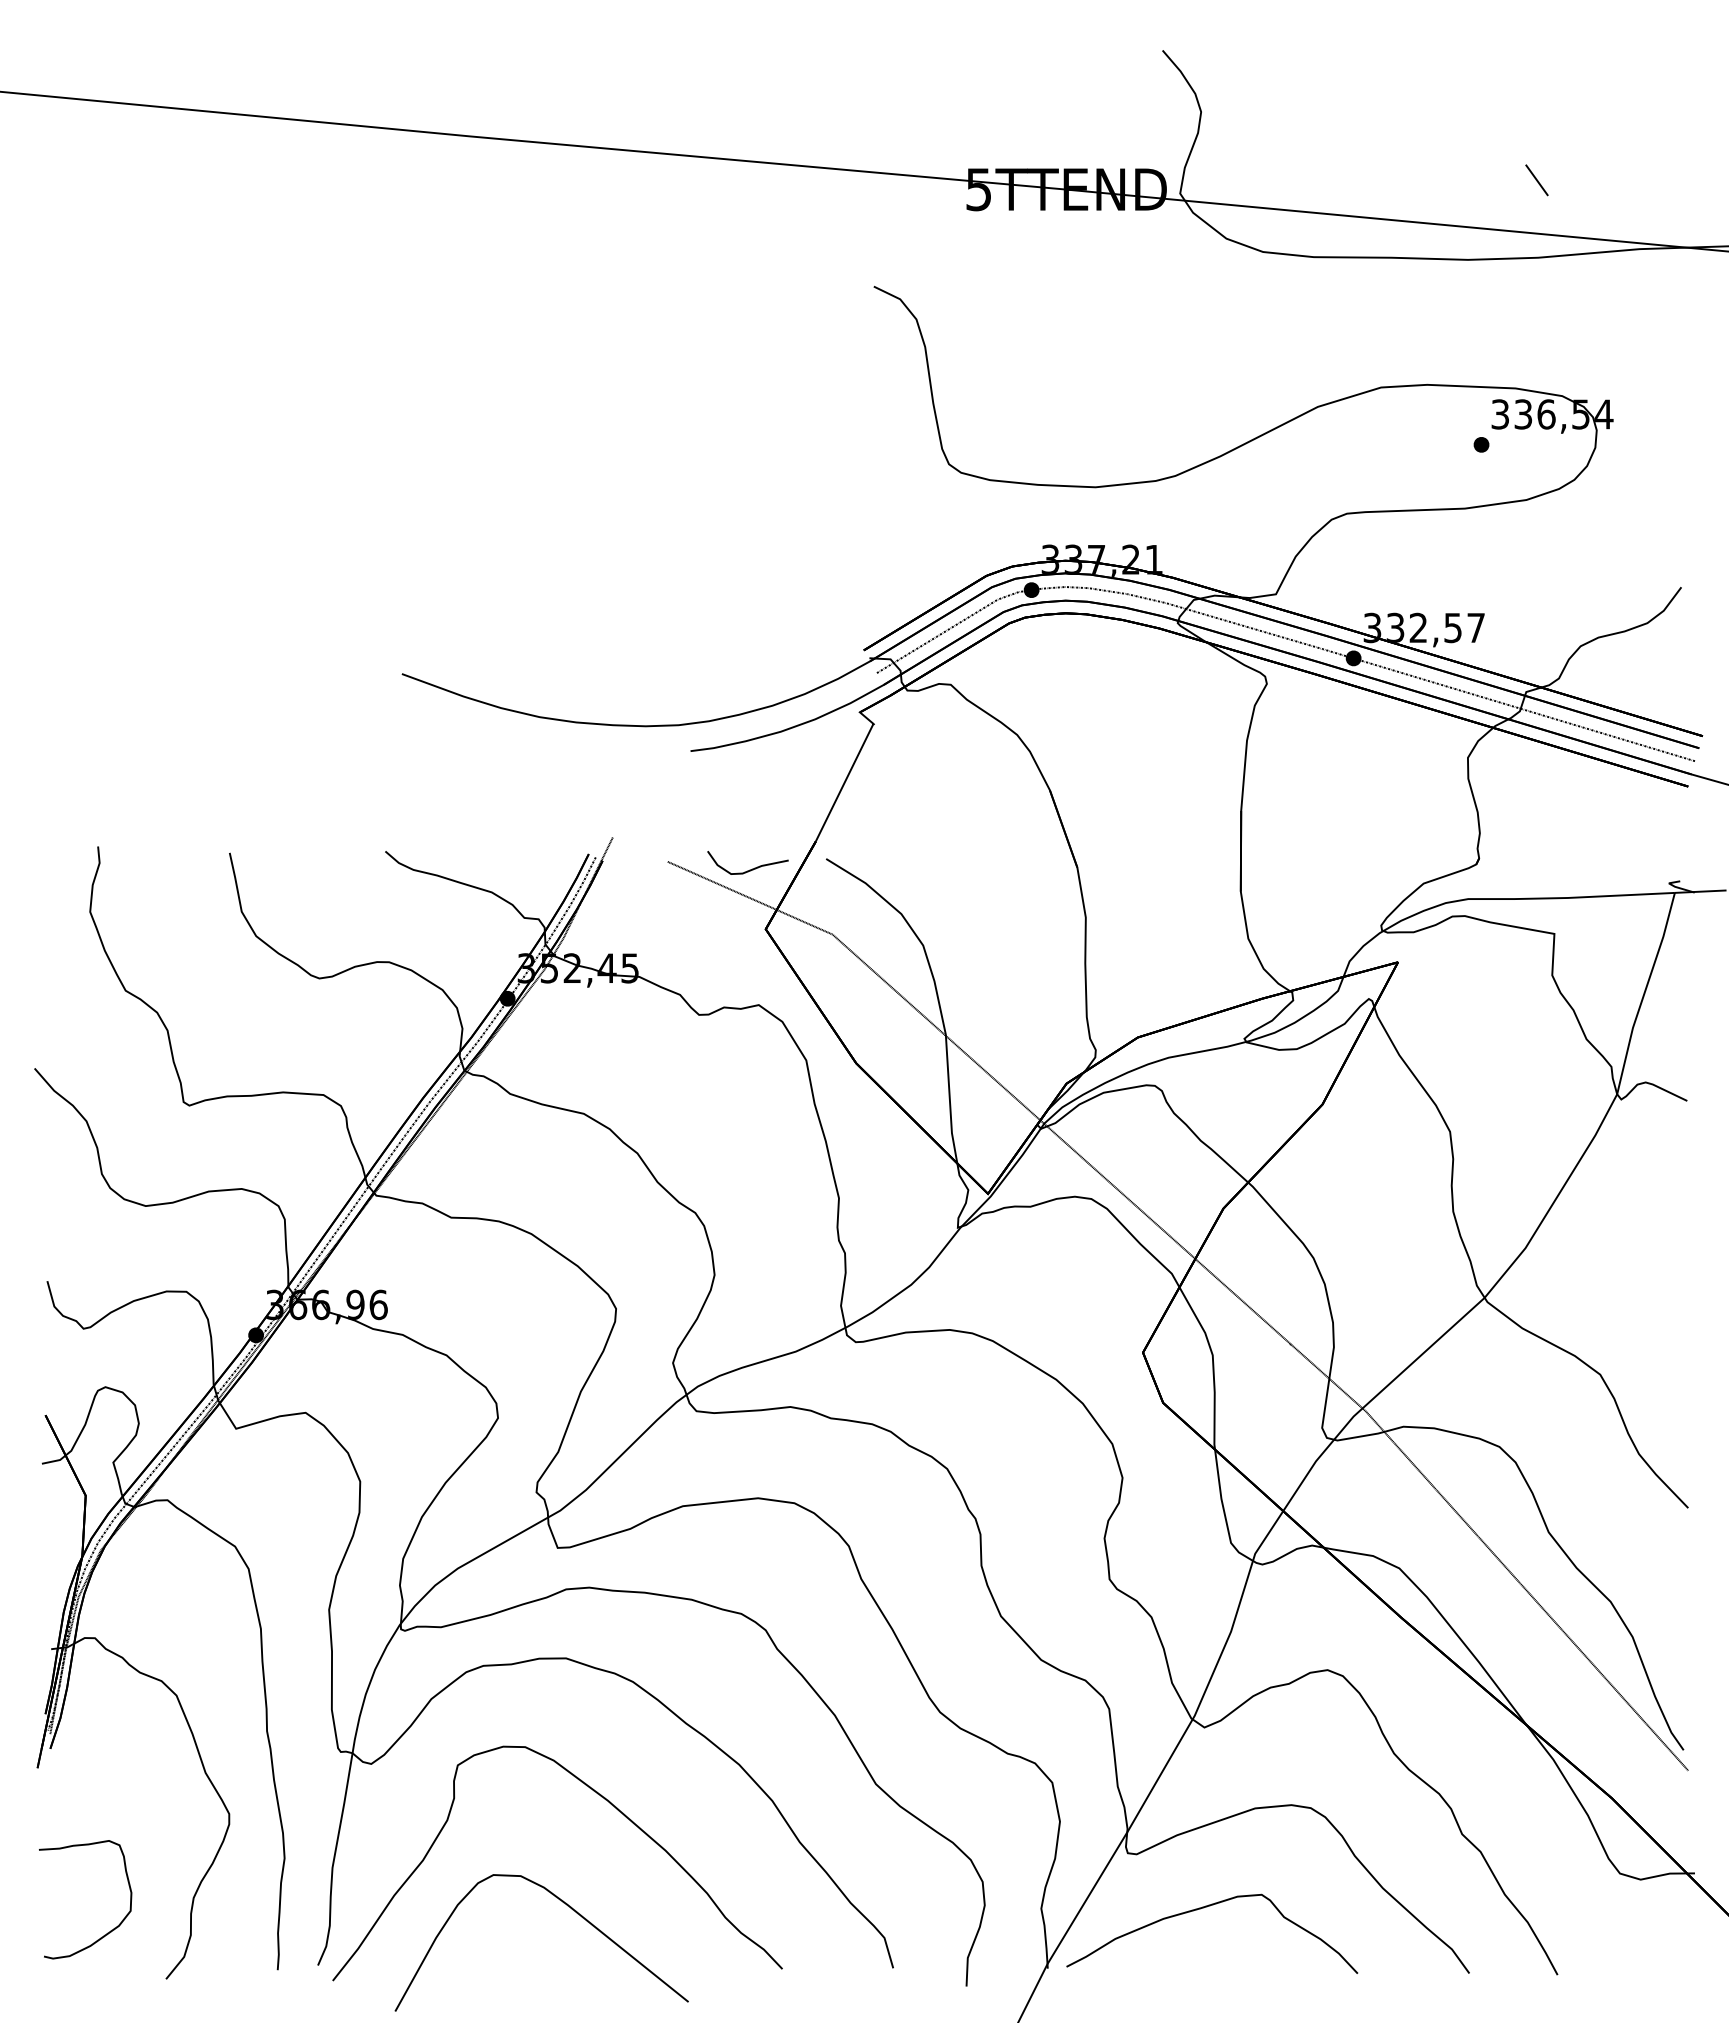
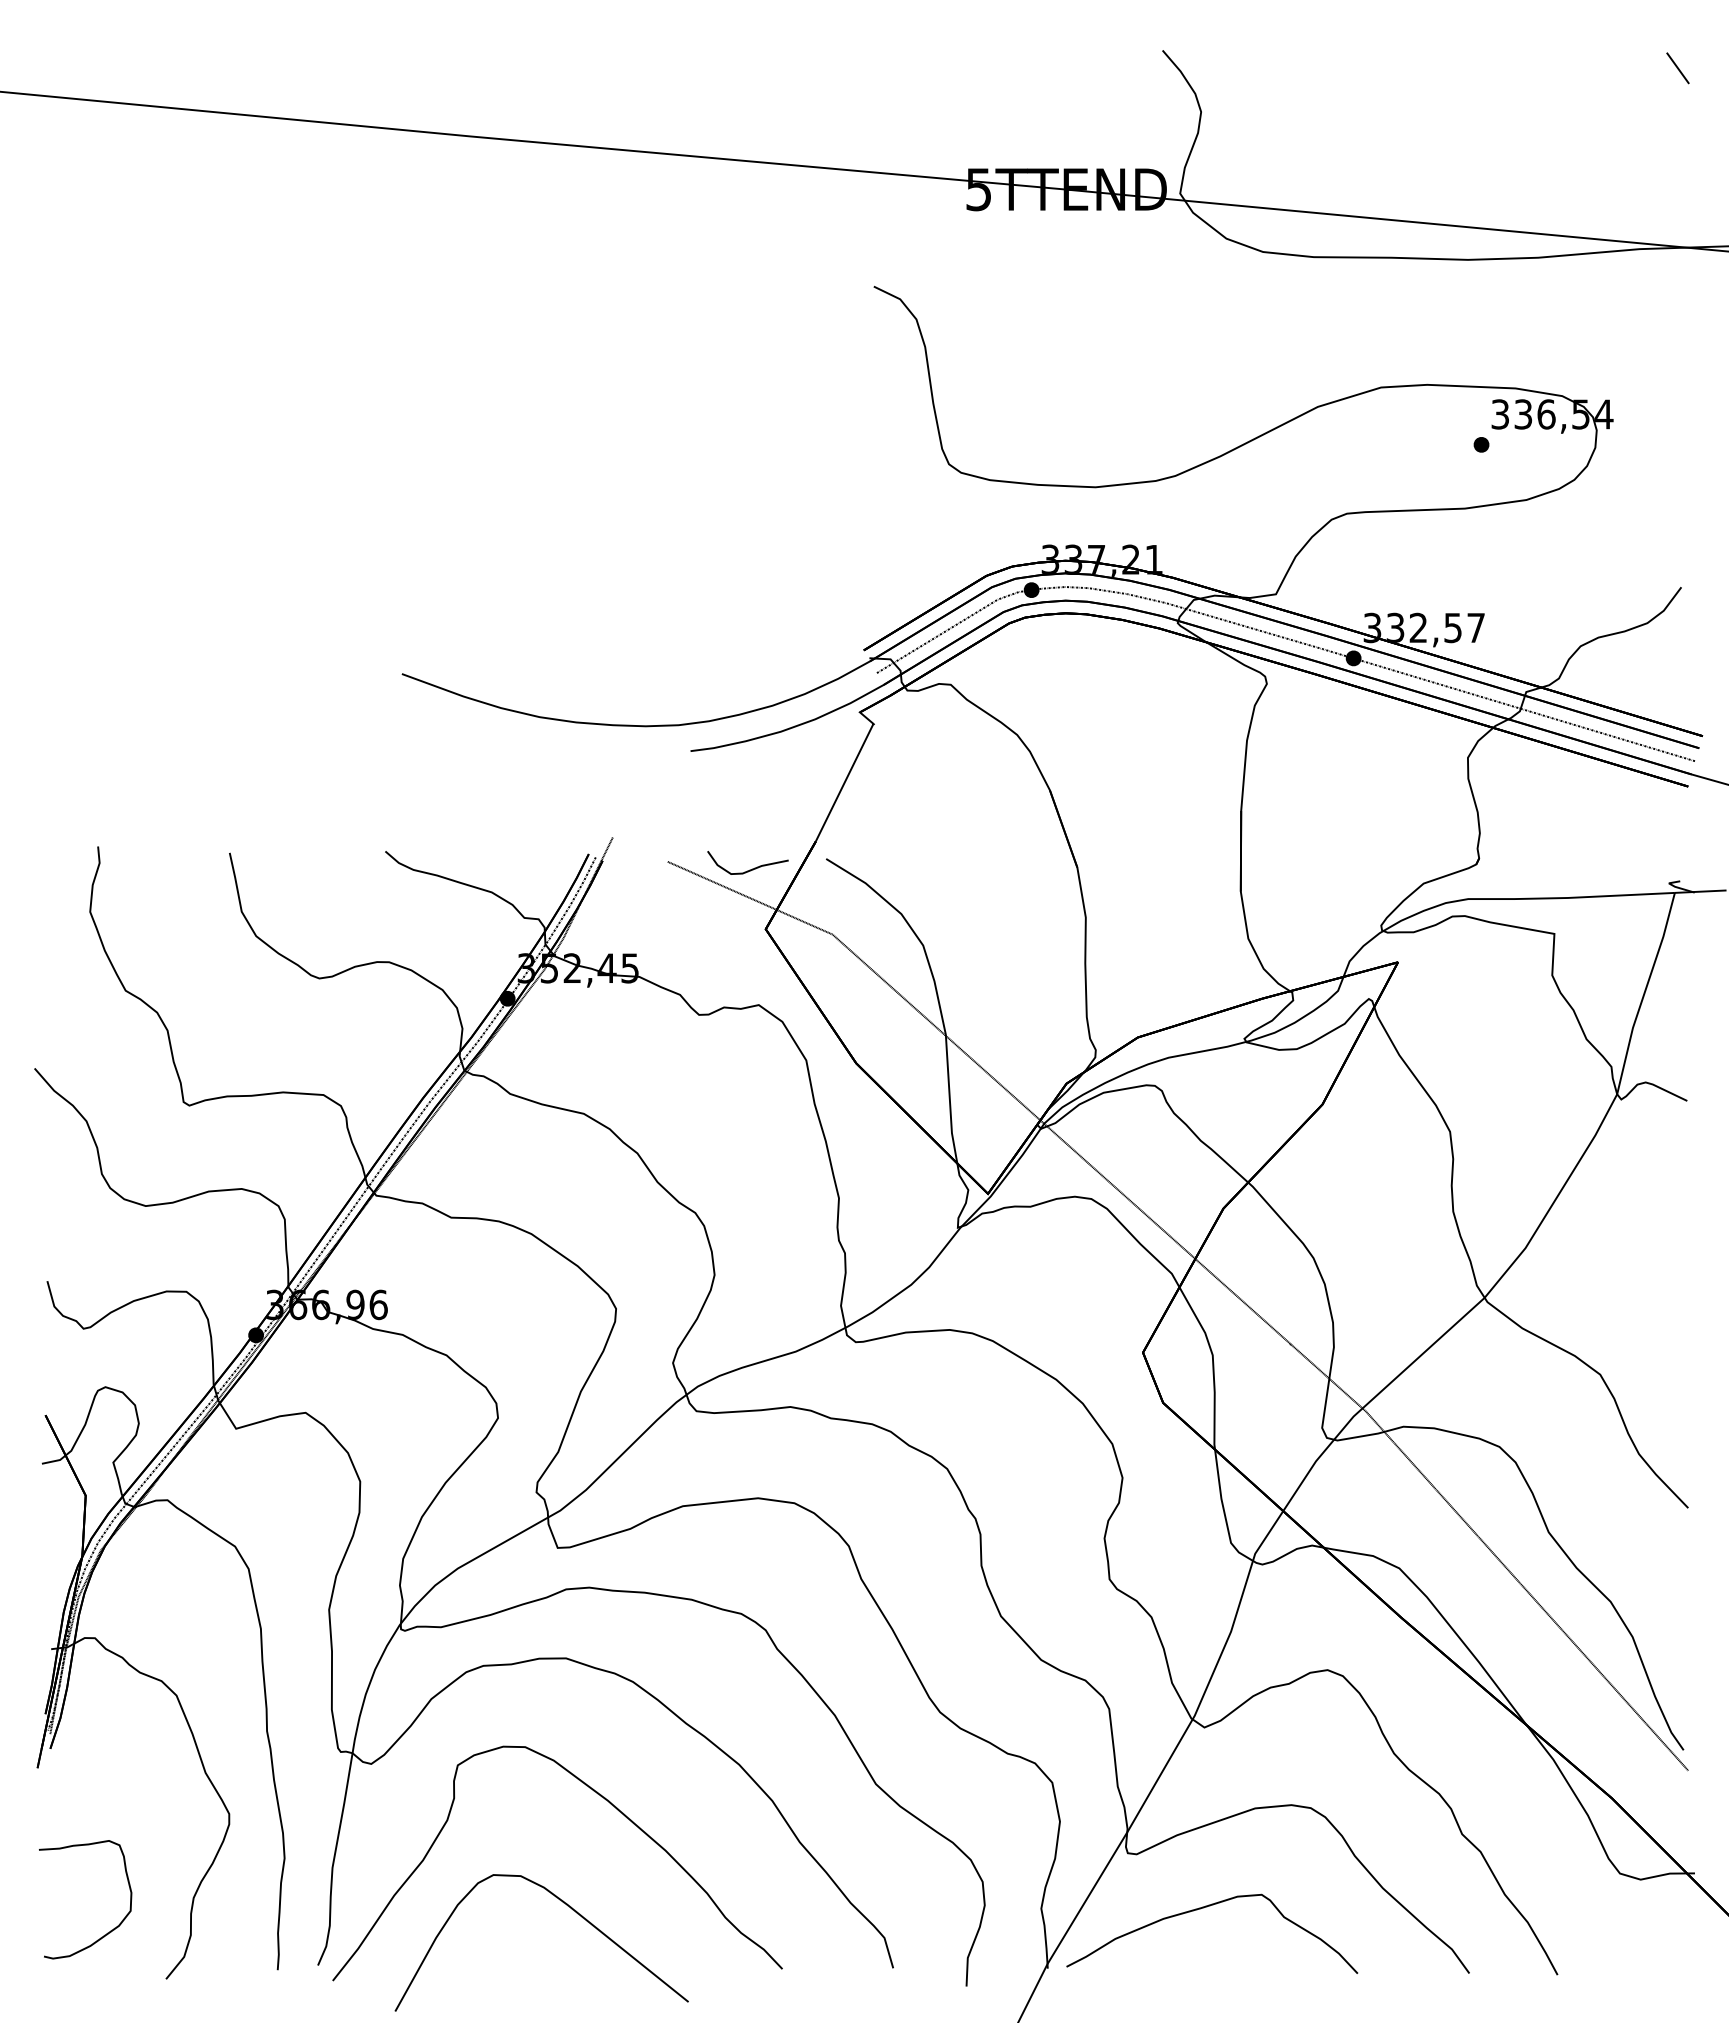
line at (1536, 180) position: (1536, 180) -> (1677, 68)
